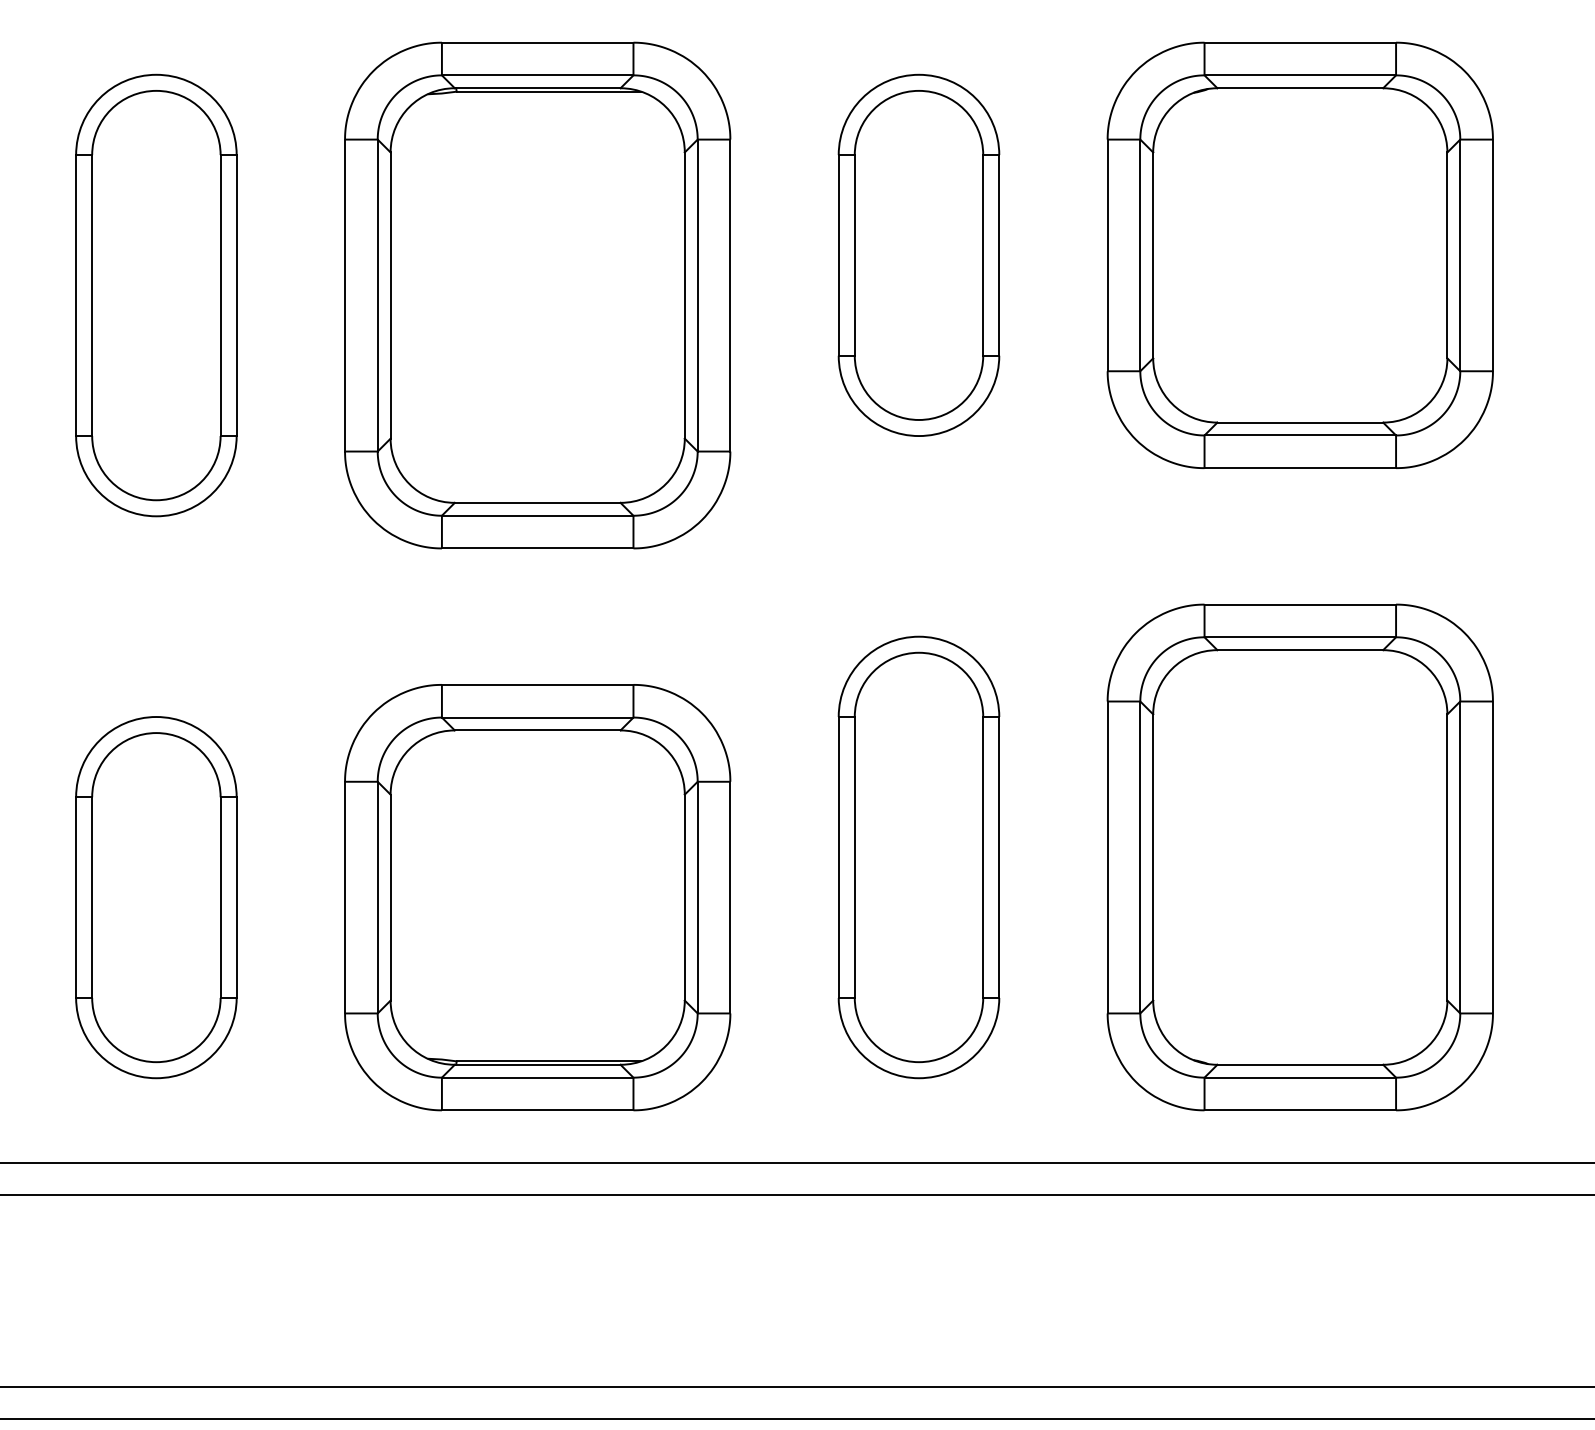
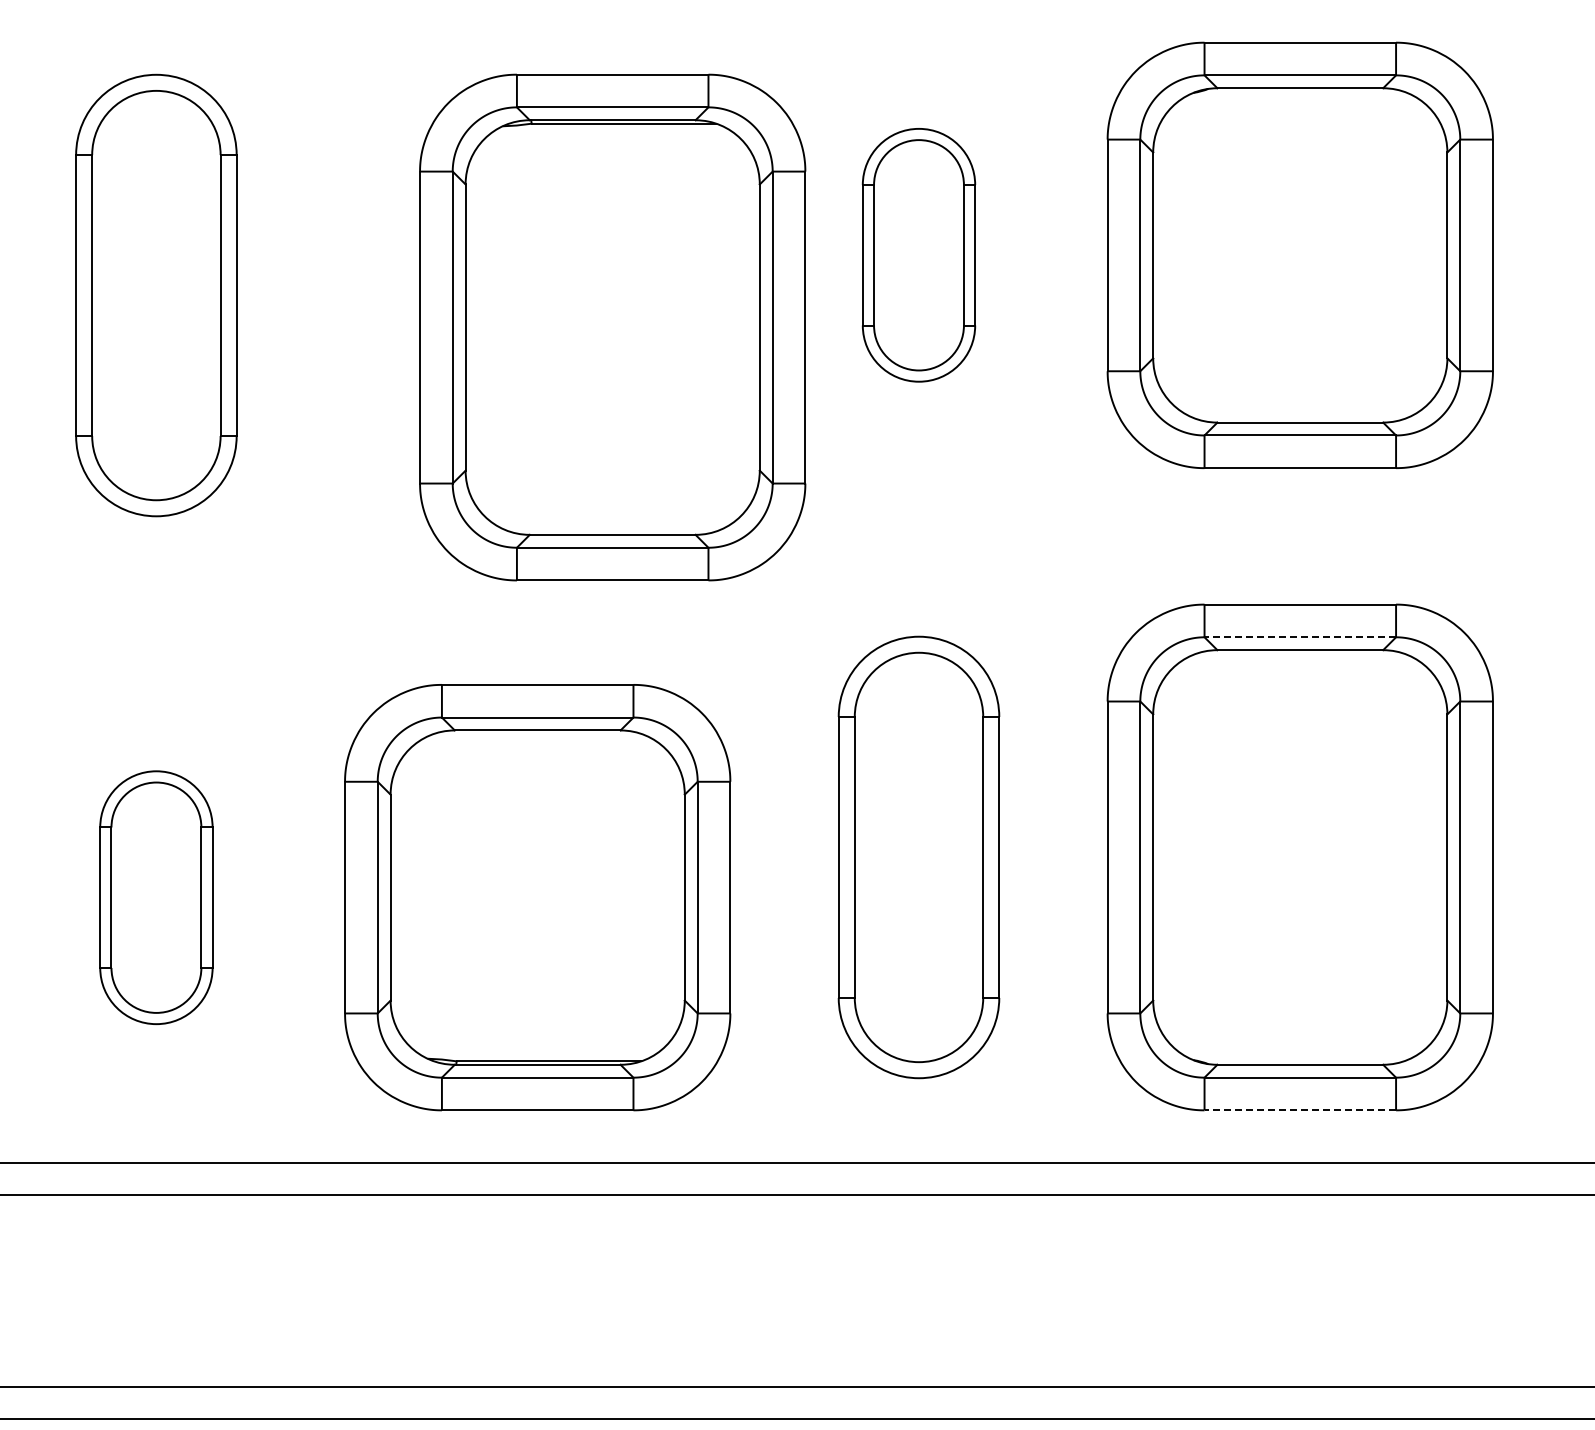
part at (918, 254) size: 164x364 px -> 116x255 px
part at (537, 295) position: (537, 295) -> (612, 327)
line at (1300, 637): solid -> dashed
part at (156, 897) size: 163x364 px -> 115x255 px
line at (1300, 1110): solid -> dashed
